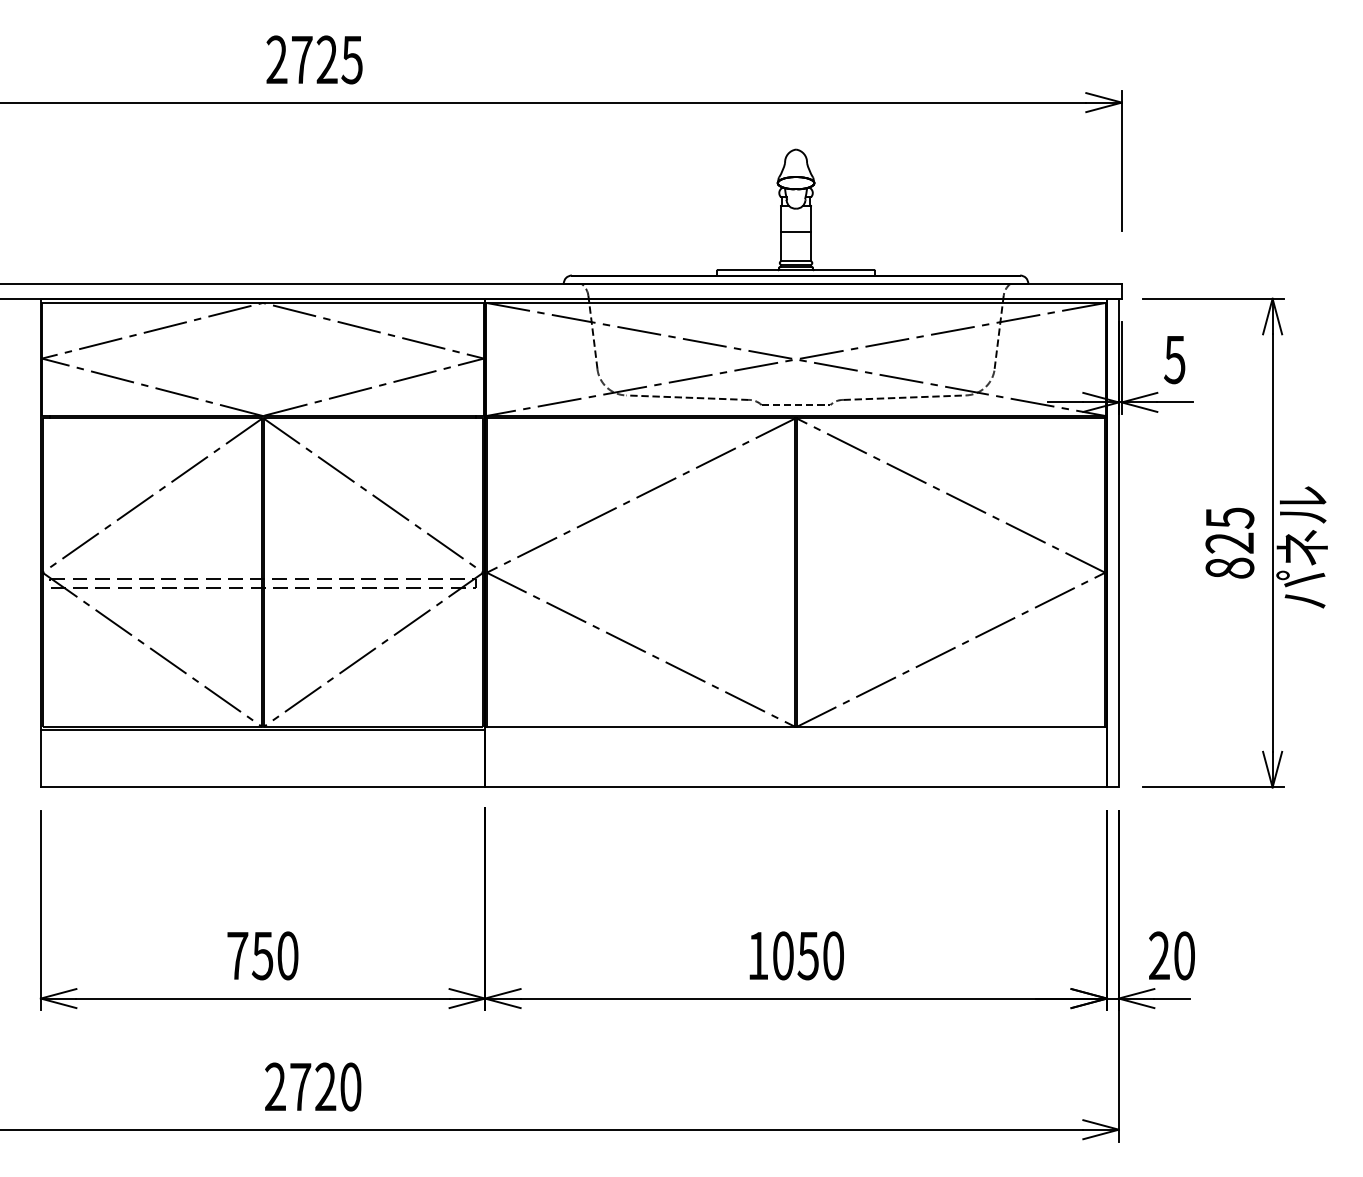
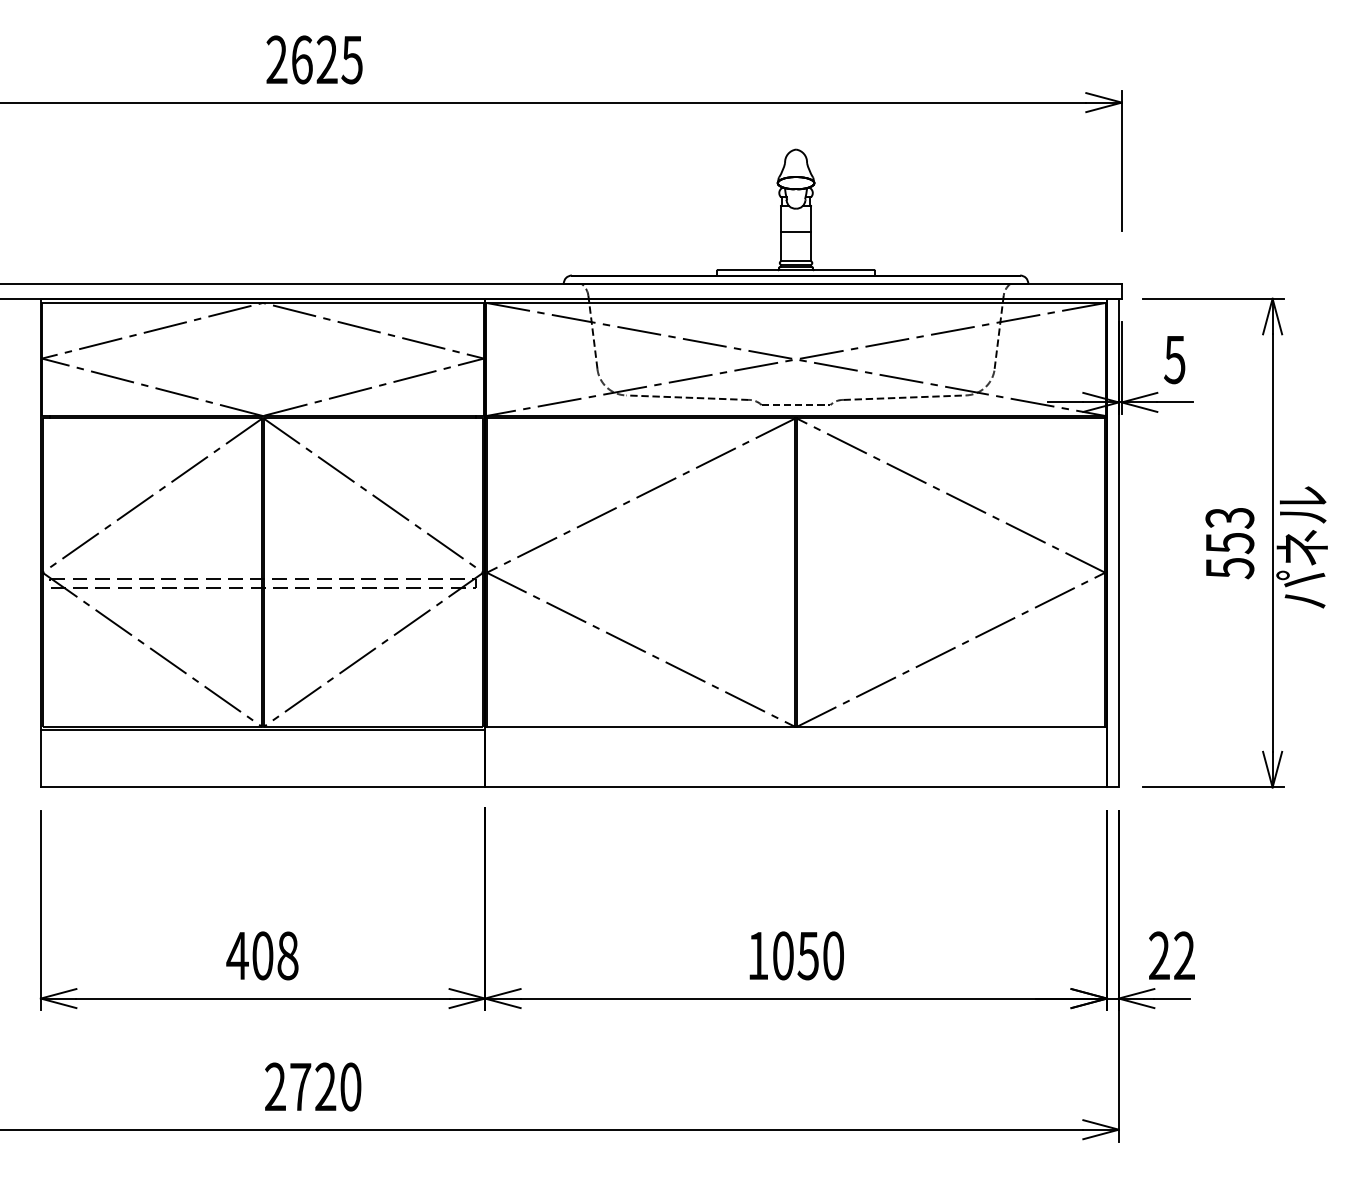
text at (302, 59): 2725 -> 2625
text at (1229, 543): 825 -> 553
text at (262, 955): 750 -> 408
text at (1184, 955): 20 -> 22
